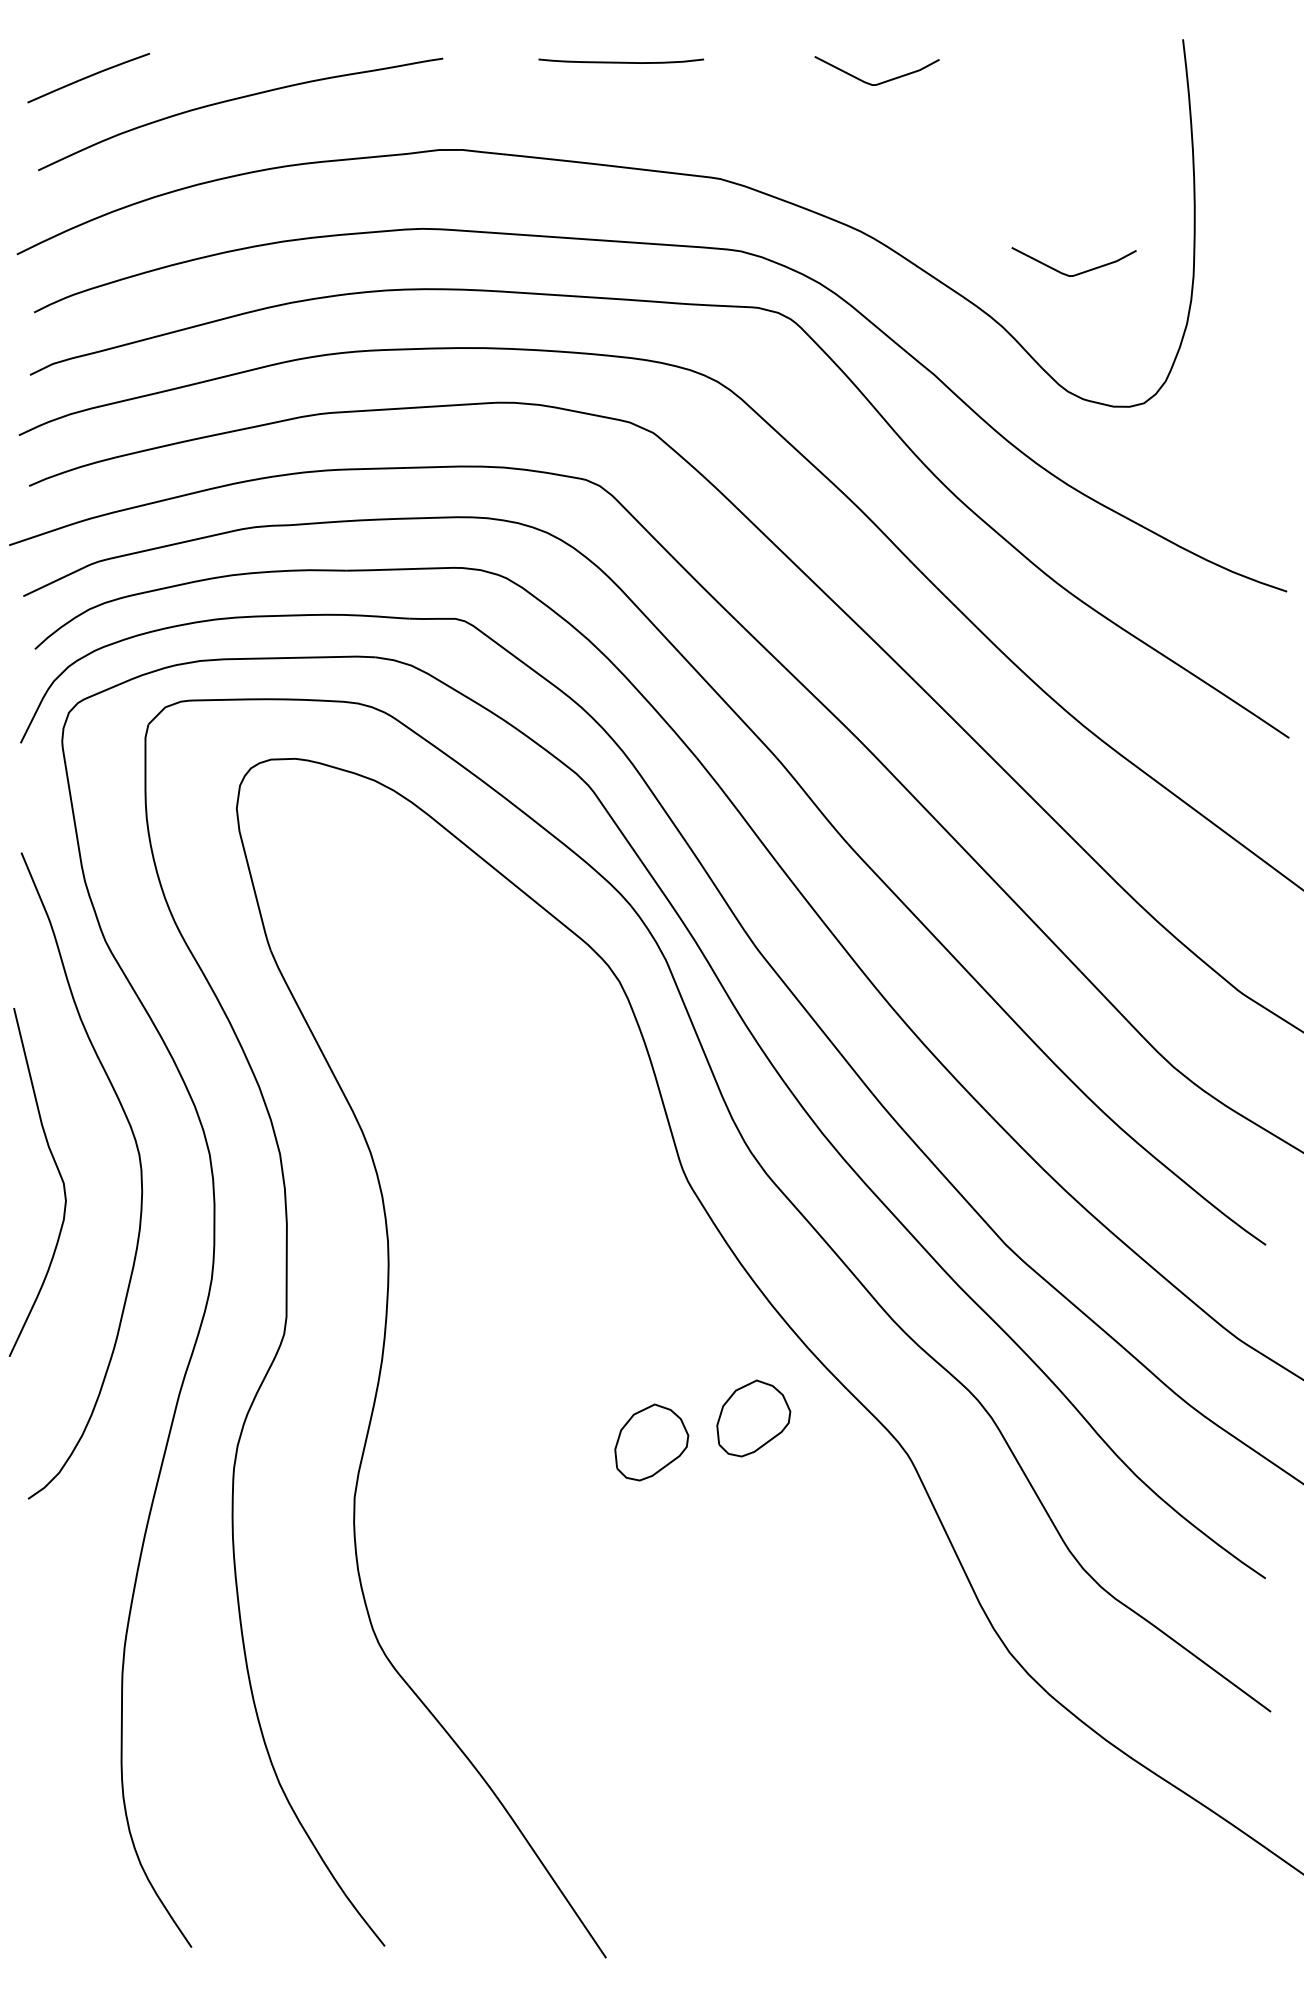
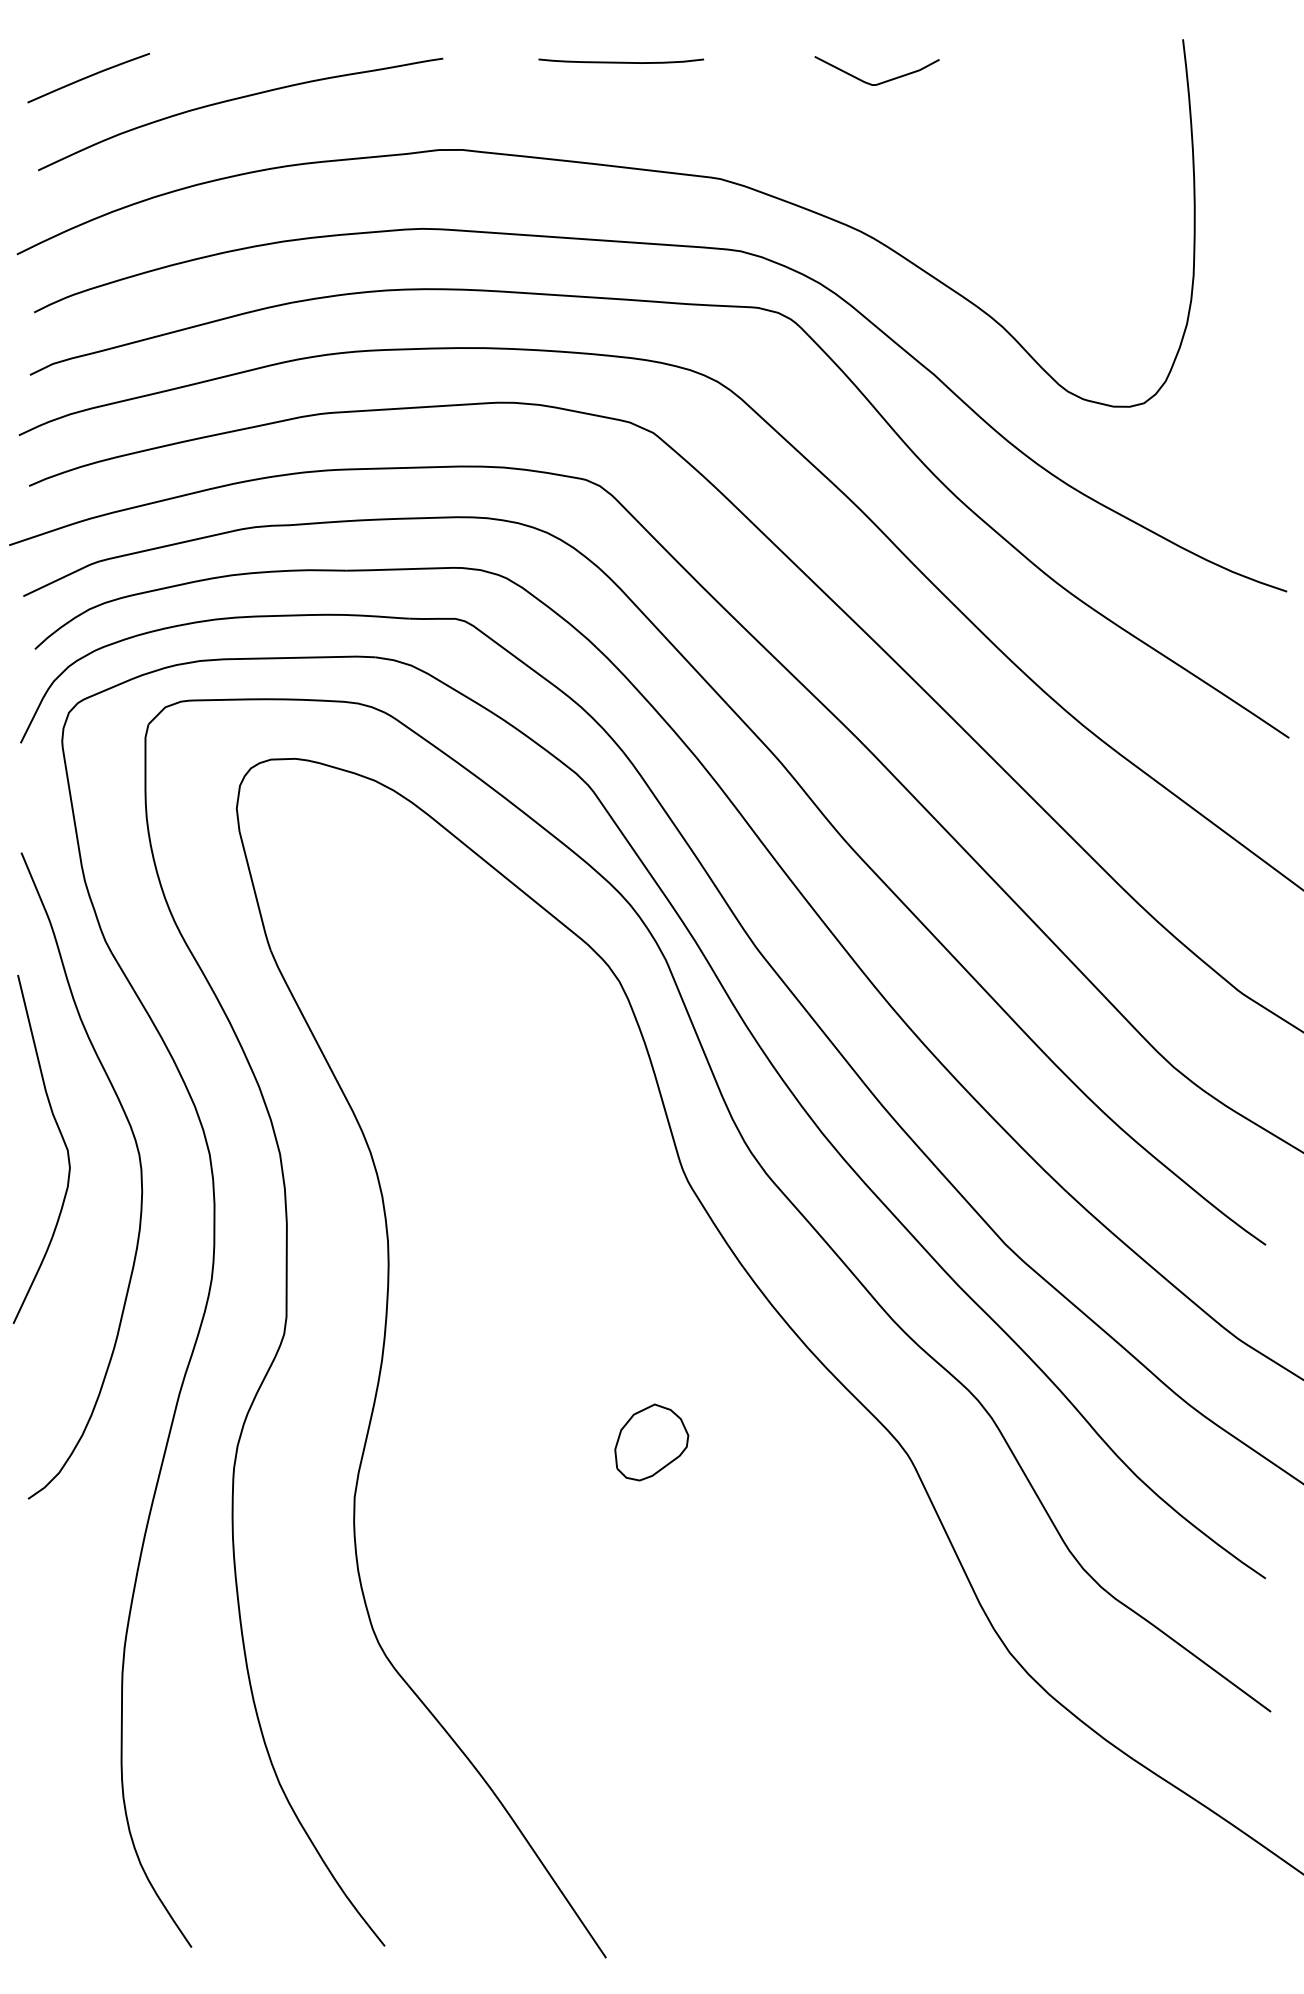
curve at (1076, 273): present -> none
curve at (58, 1173) position: (58, 1173) -> (62, 1140)
part at (753, 1418): present -> none
